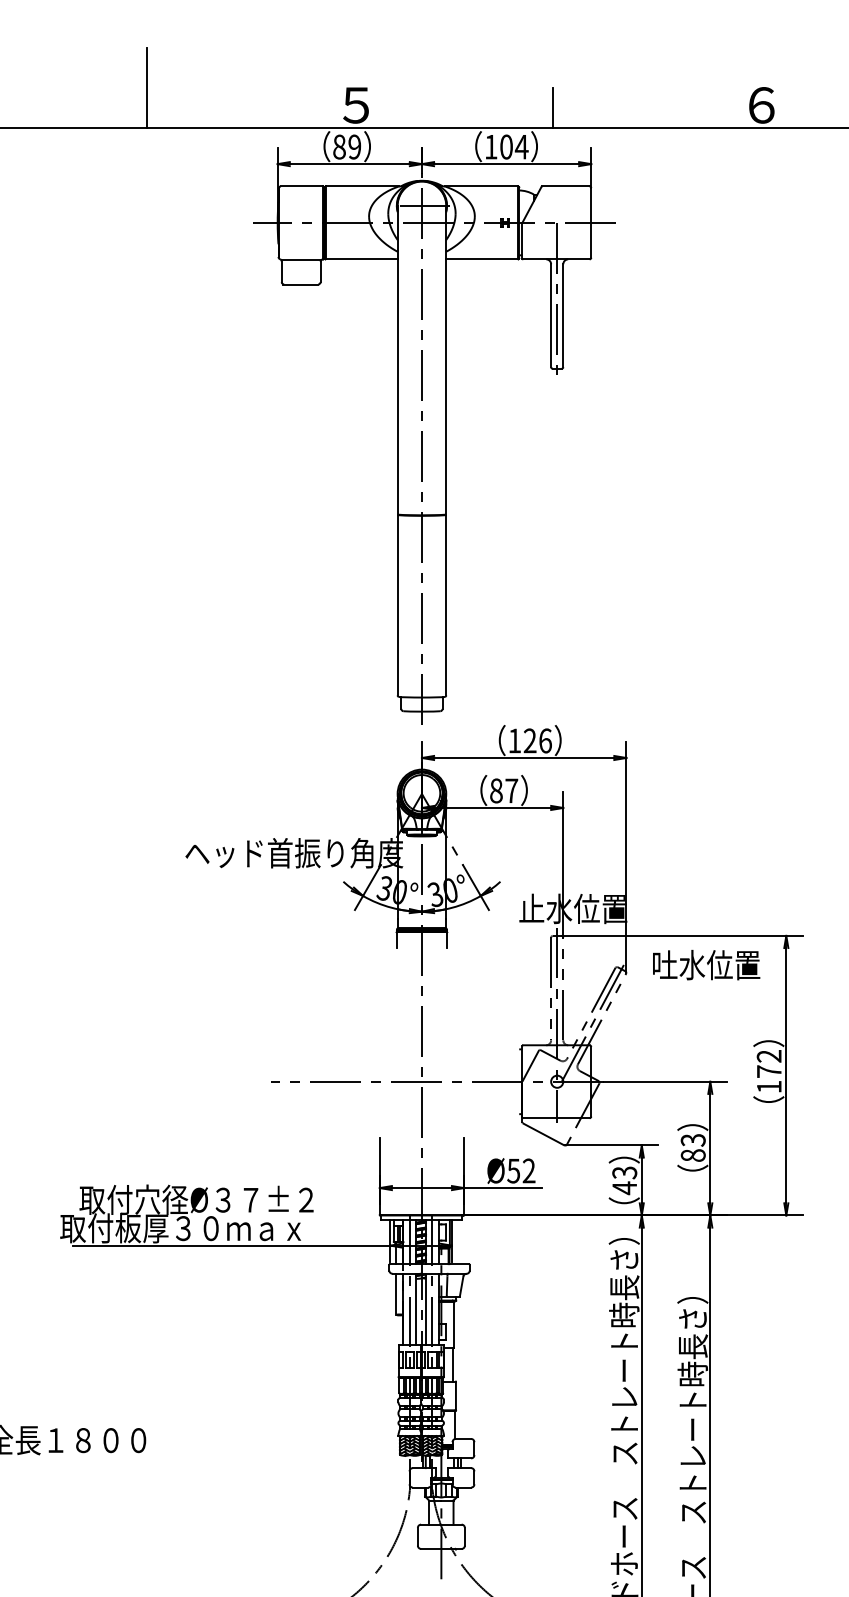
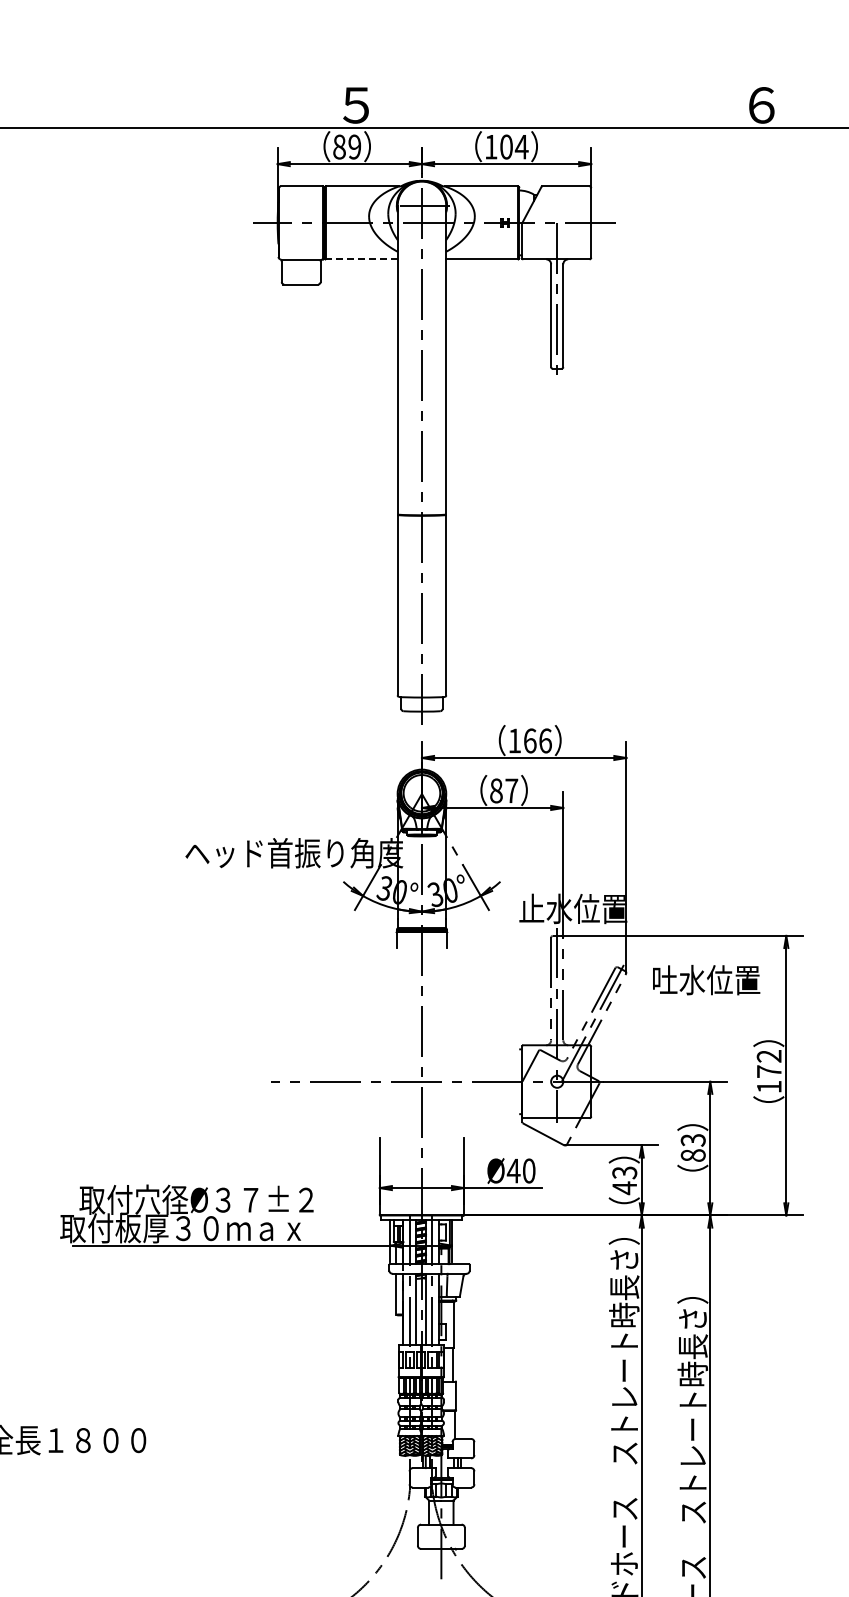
line at (147, 87): present -> none
line at (552, 107): present -> none
line at (361, 259): solid -> dashed
text at (529, 740): 126 -> 166
text at (706, 965) position: (706, 965) -> (706, 980)
text at (520, 1170): Ø52 -> Ø40
